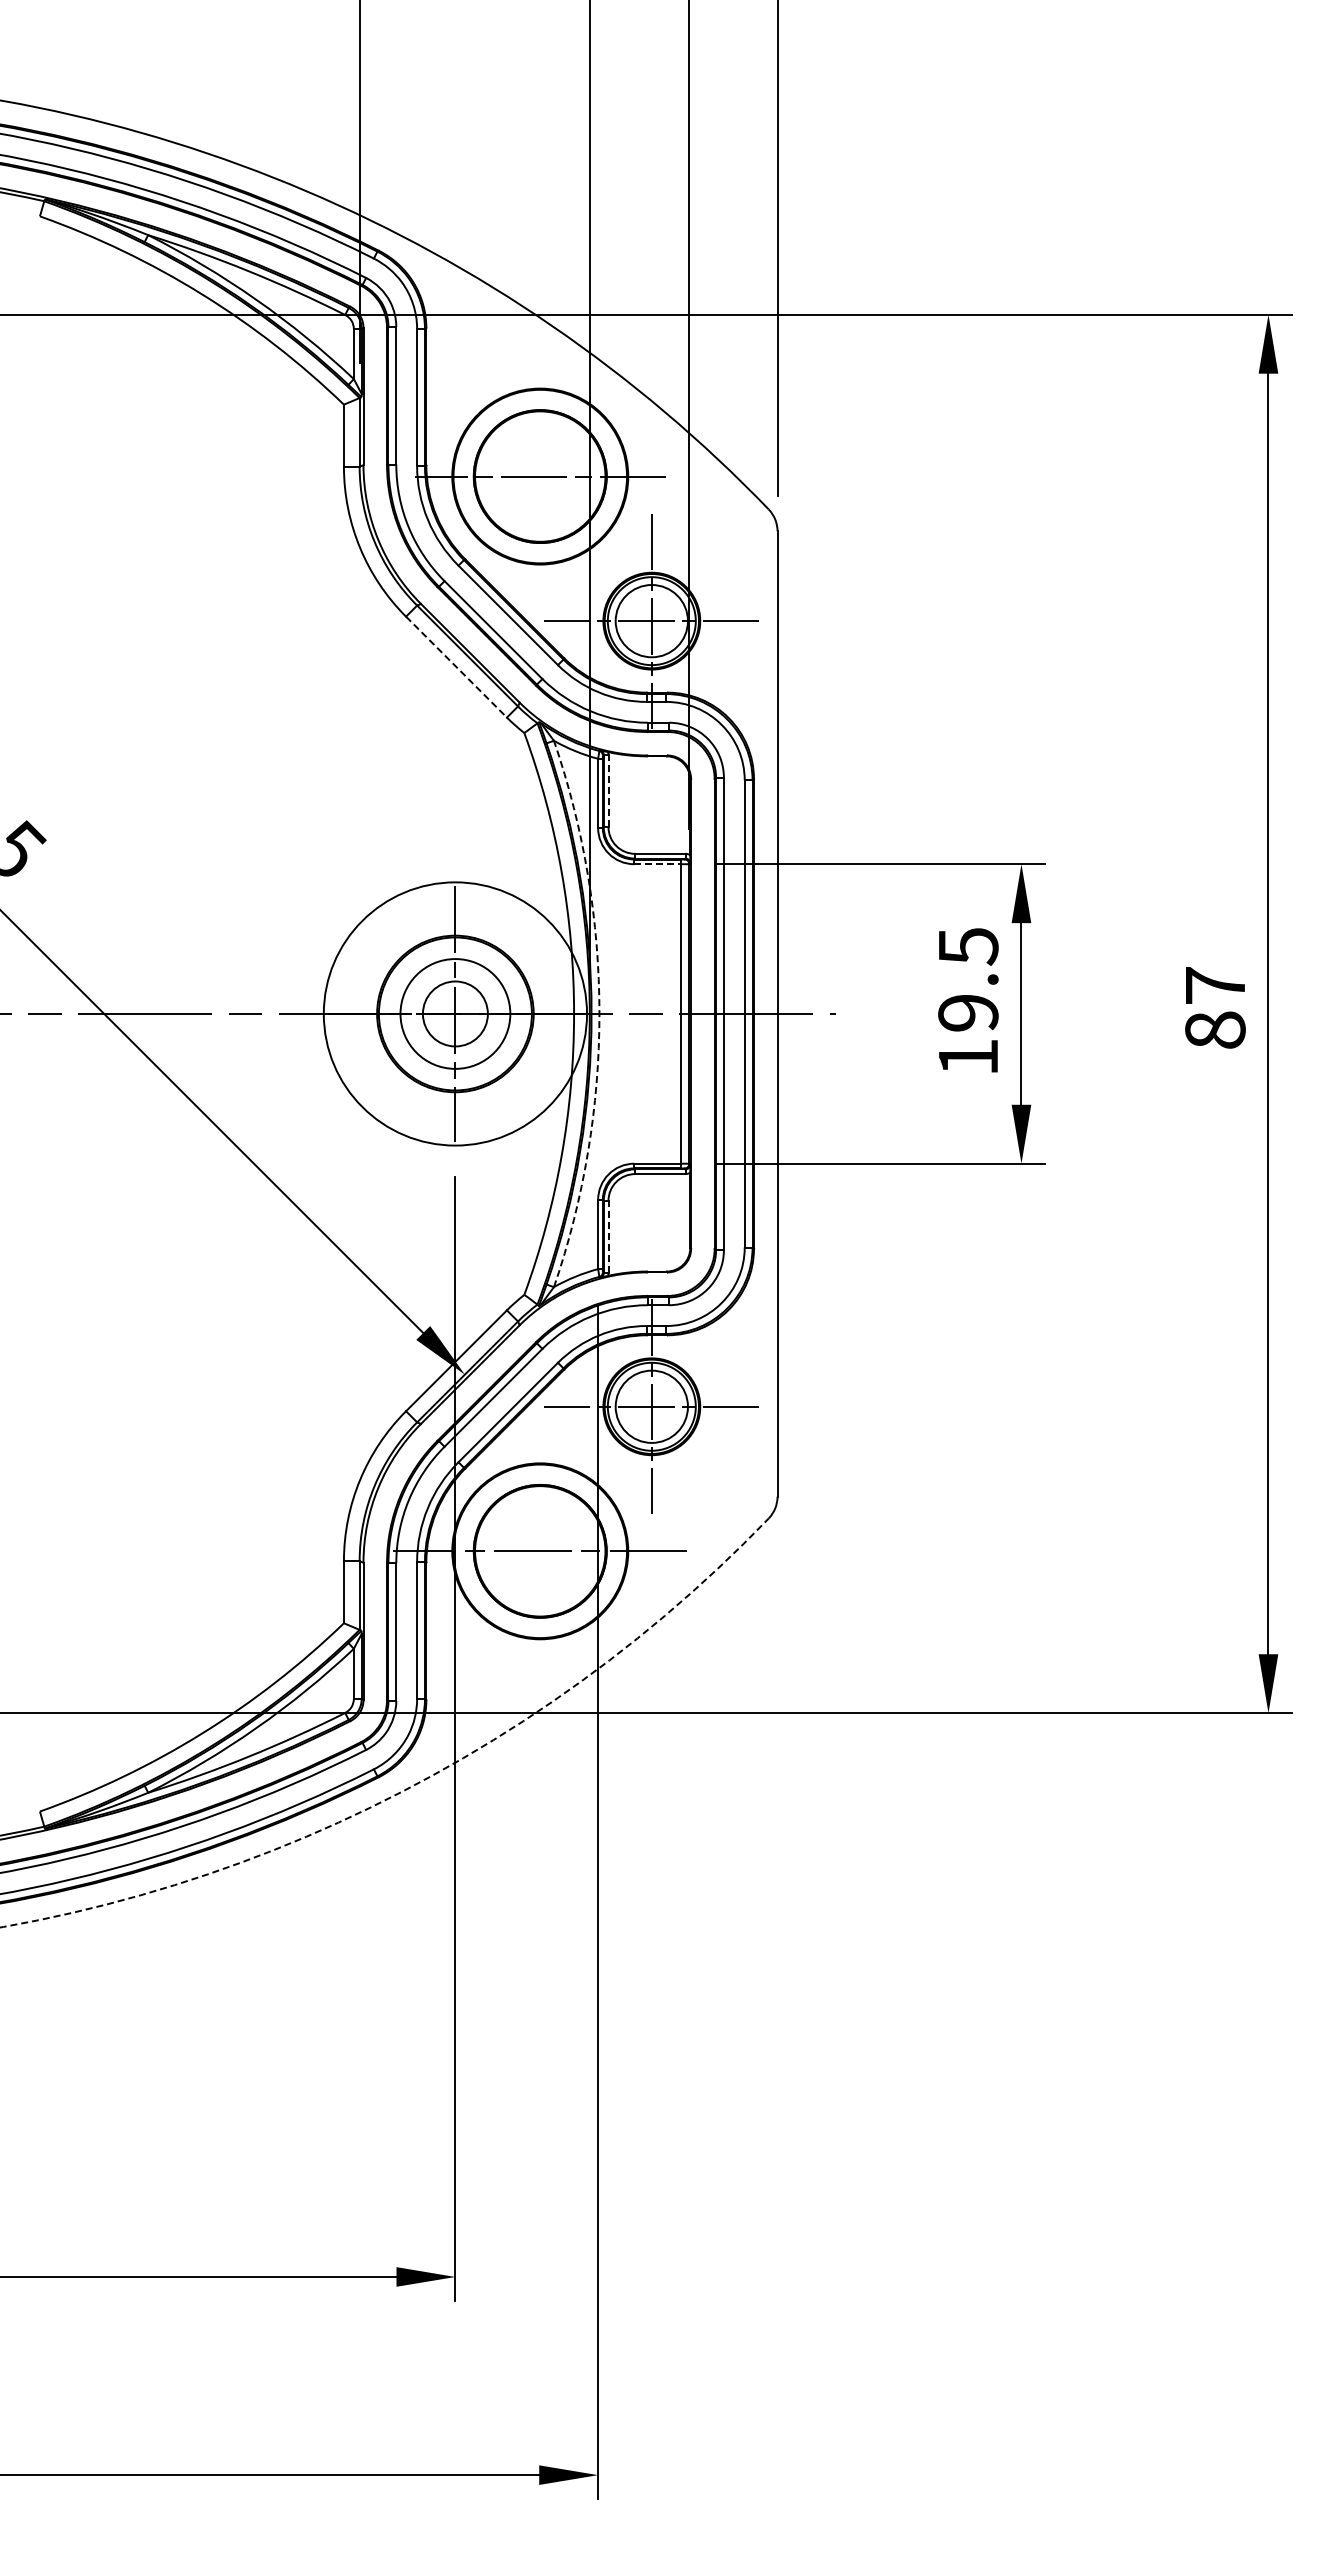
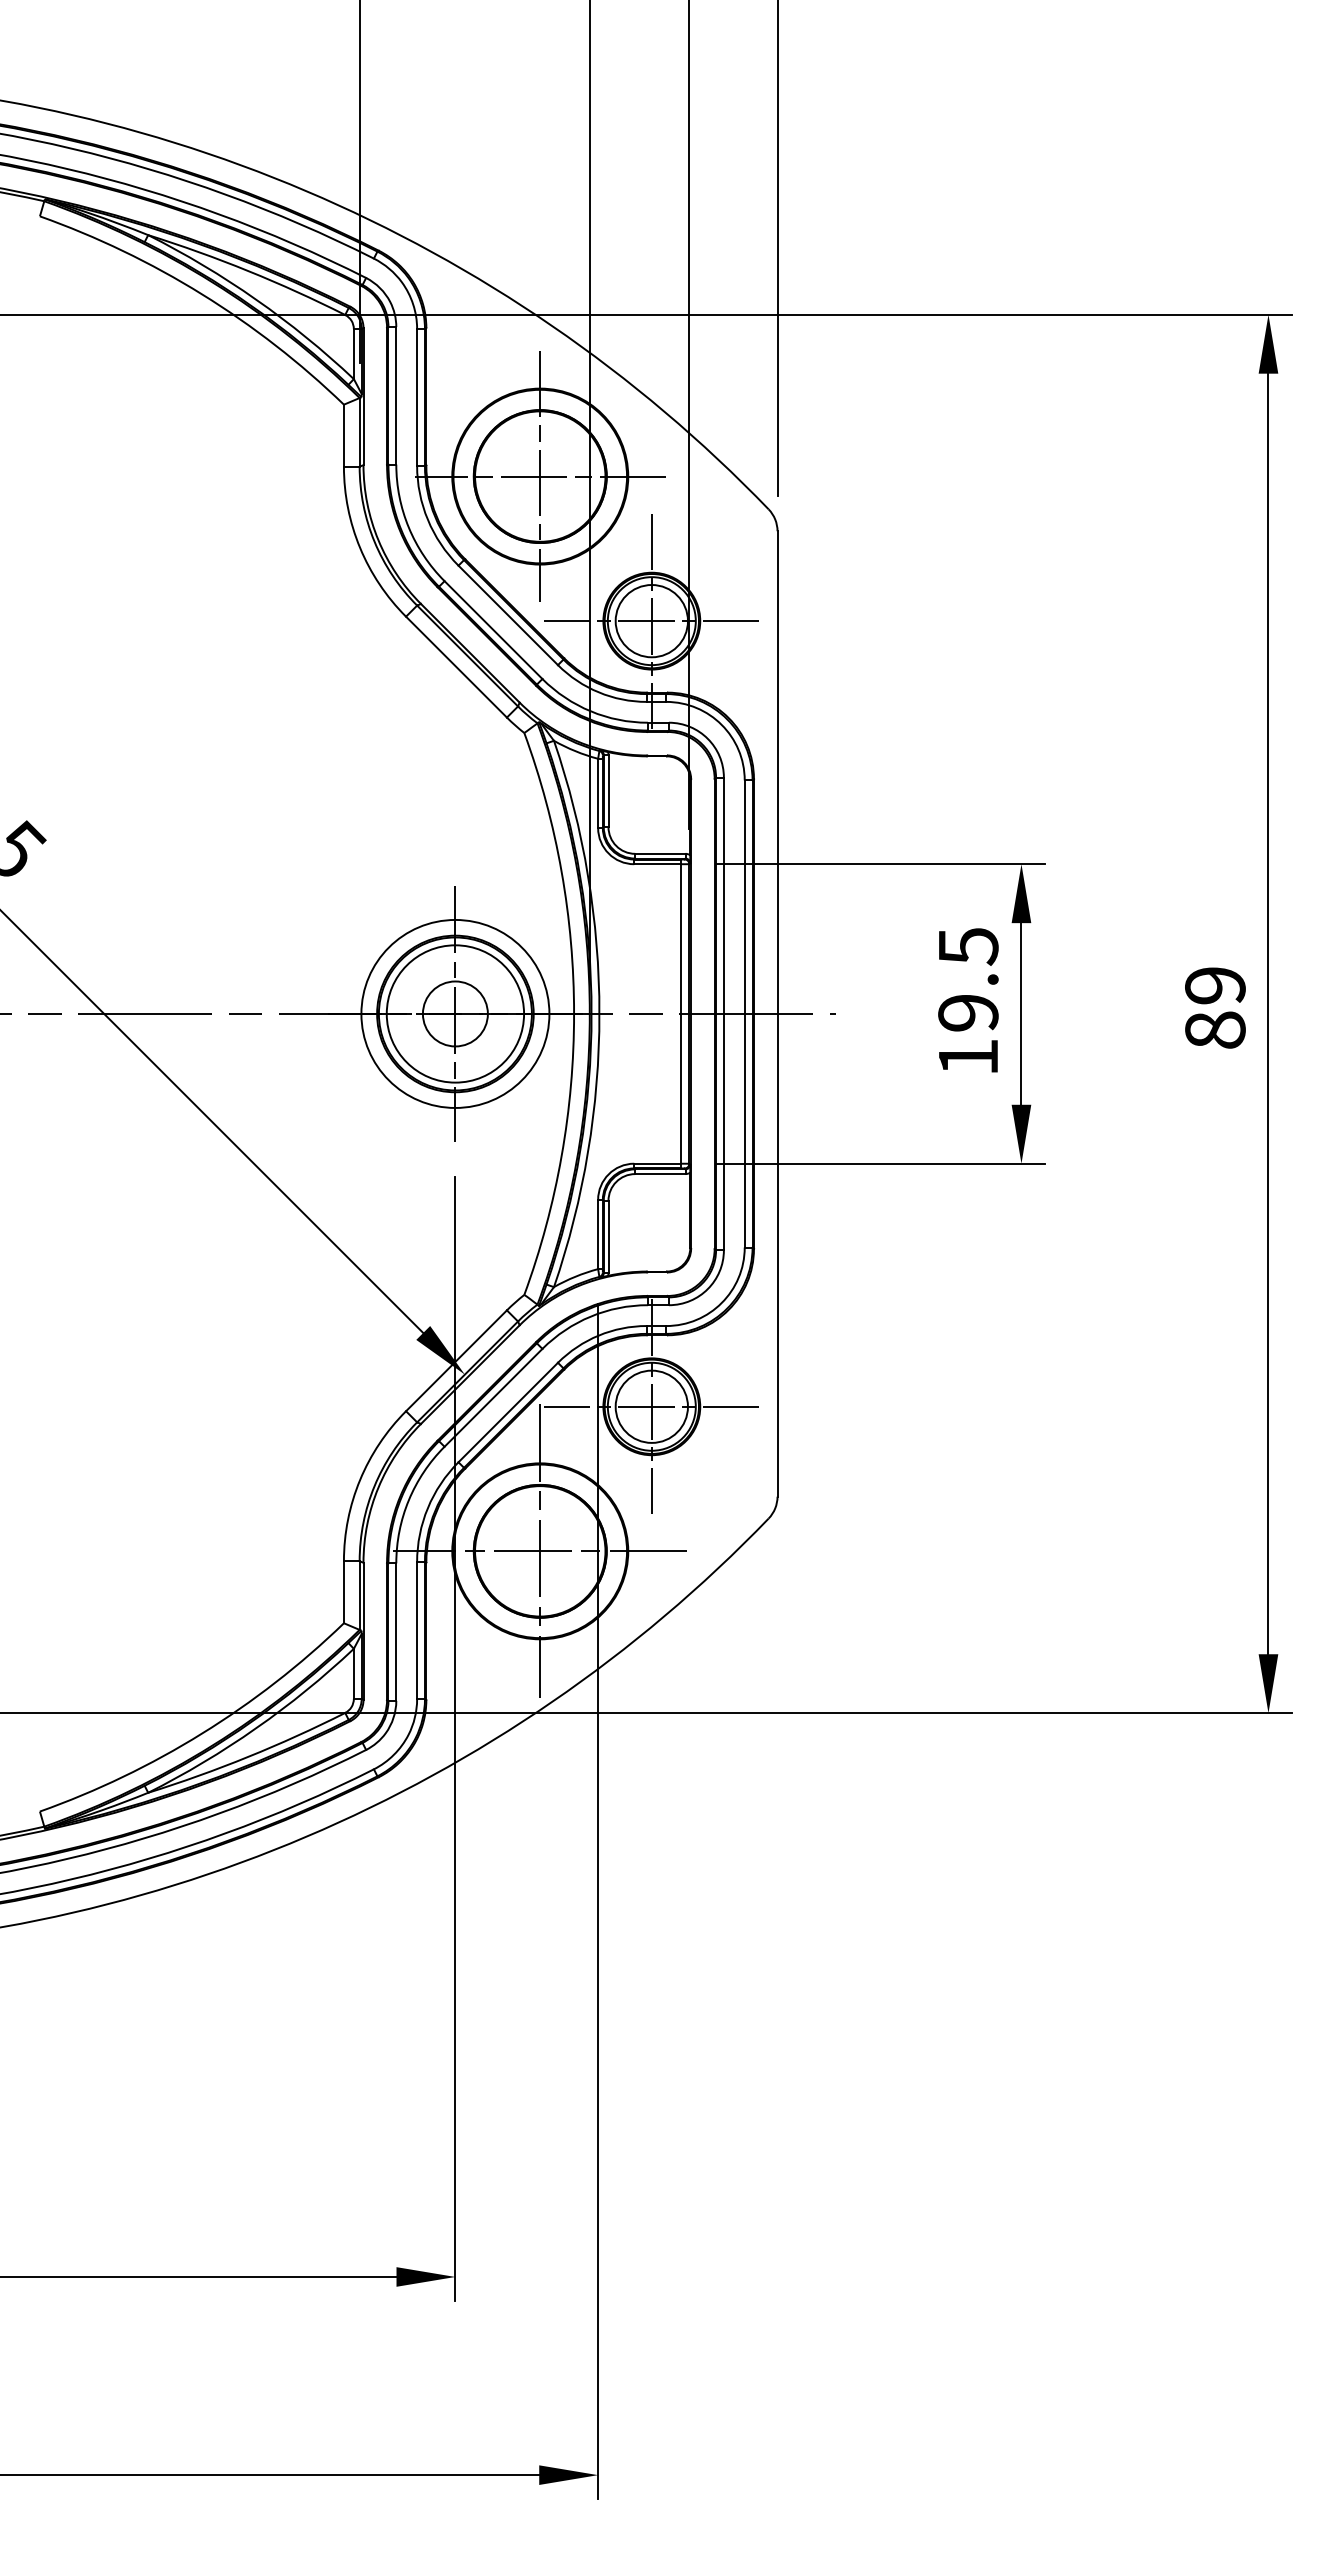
line at (540, 476): none -> present
line at (456, 667): dashed -> solid
line at (608, 790): dashed -> solid
line at (657, 864): dashed -> solid
text at (1215, 985): 87 -> 89
circle at (455, 1013) diameter: 110 px -> 137 px
circle at (455, 1013) diameter: 263 px -> 188 px
arc at (599, 1013): dashed -> solid
line at (608, 1236): dashed -> solid
line at (540, 1551): none -> present
arc at (415, 1784): dashed -> solid
